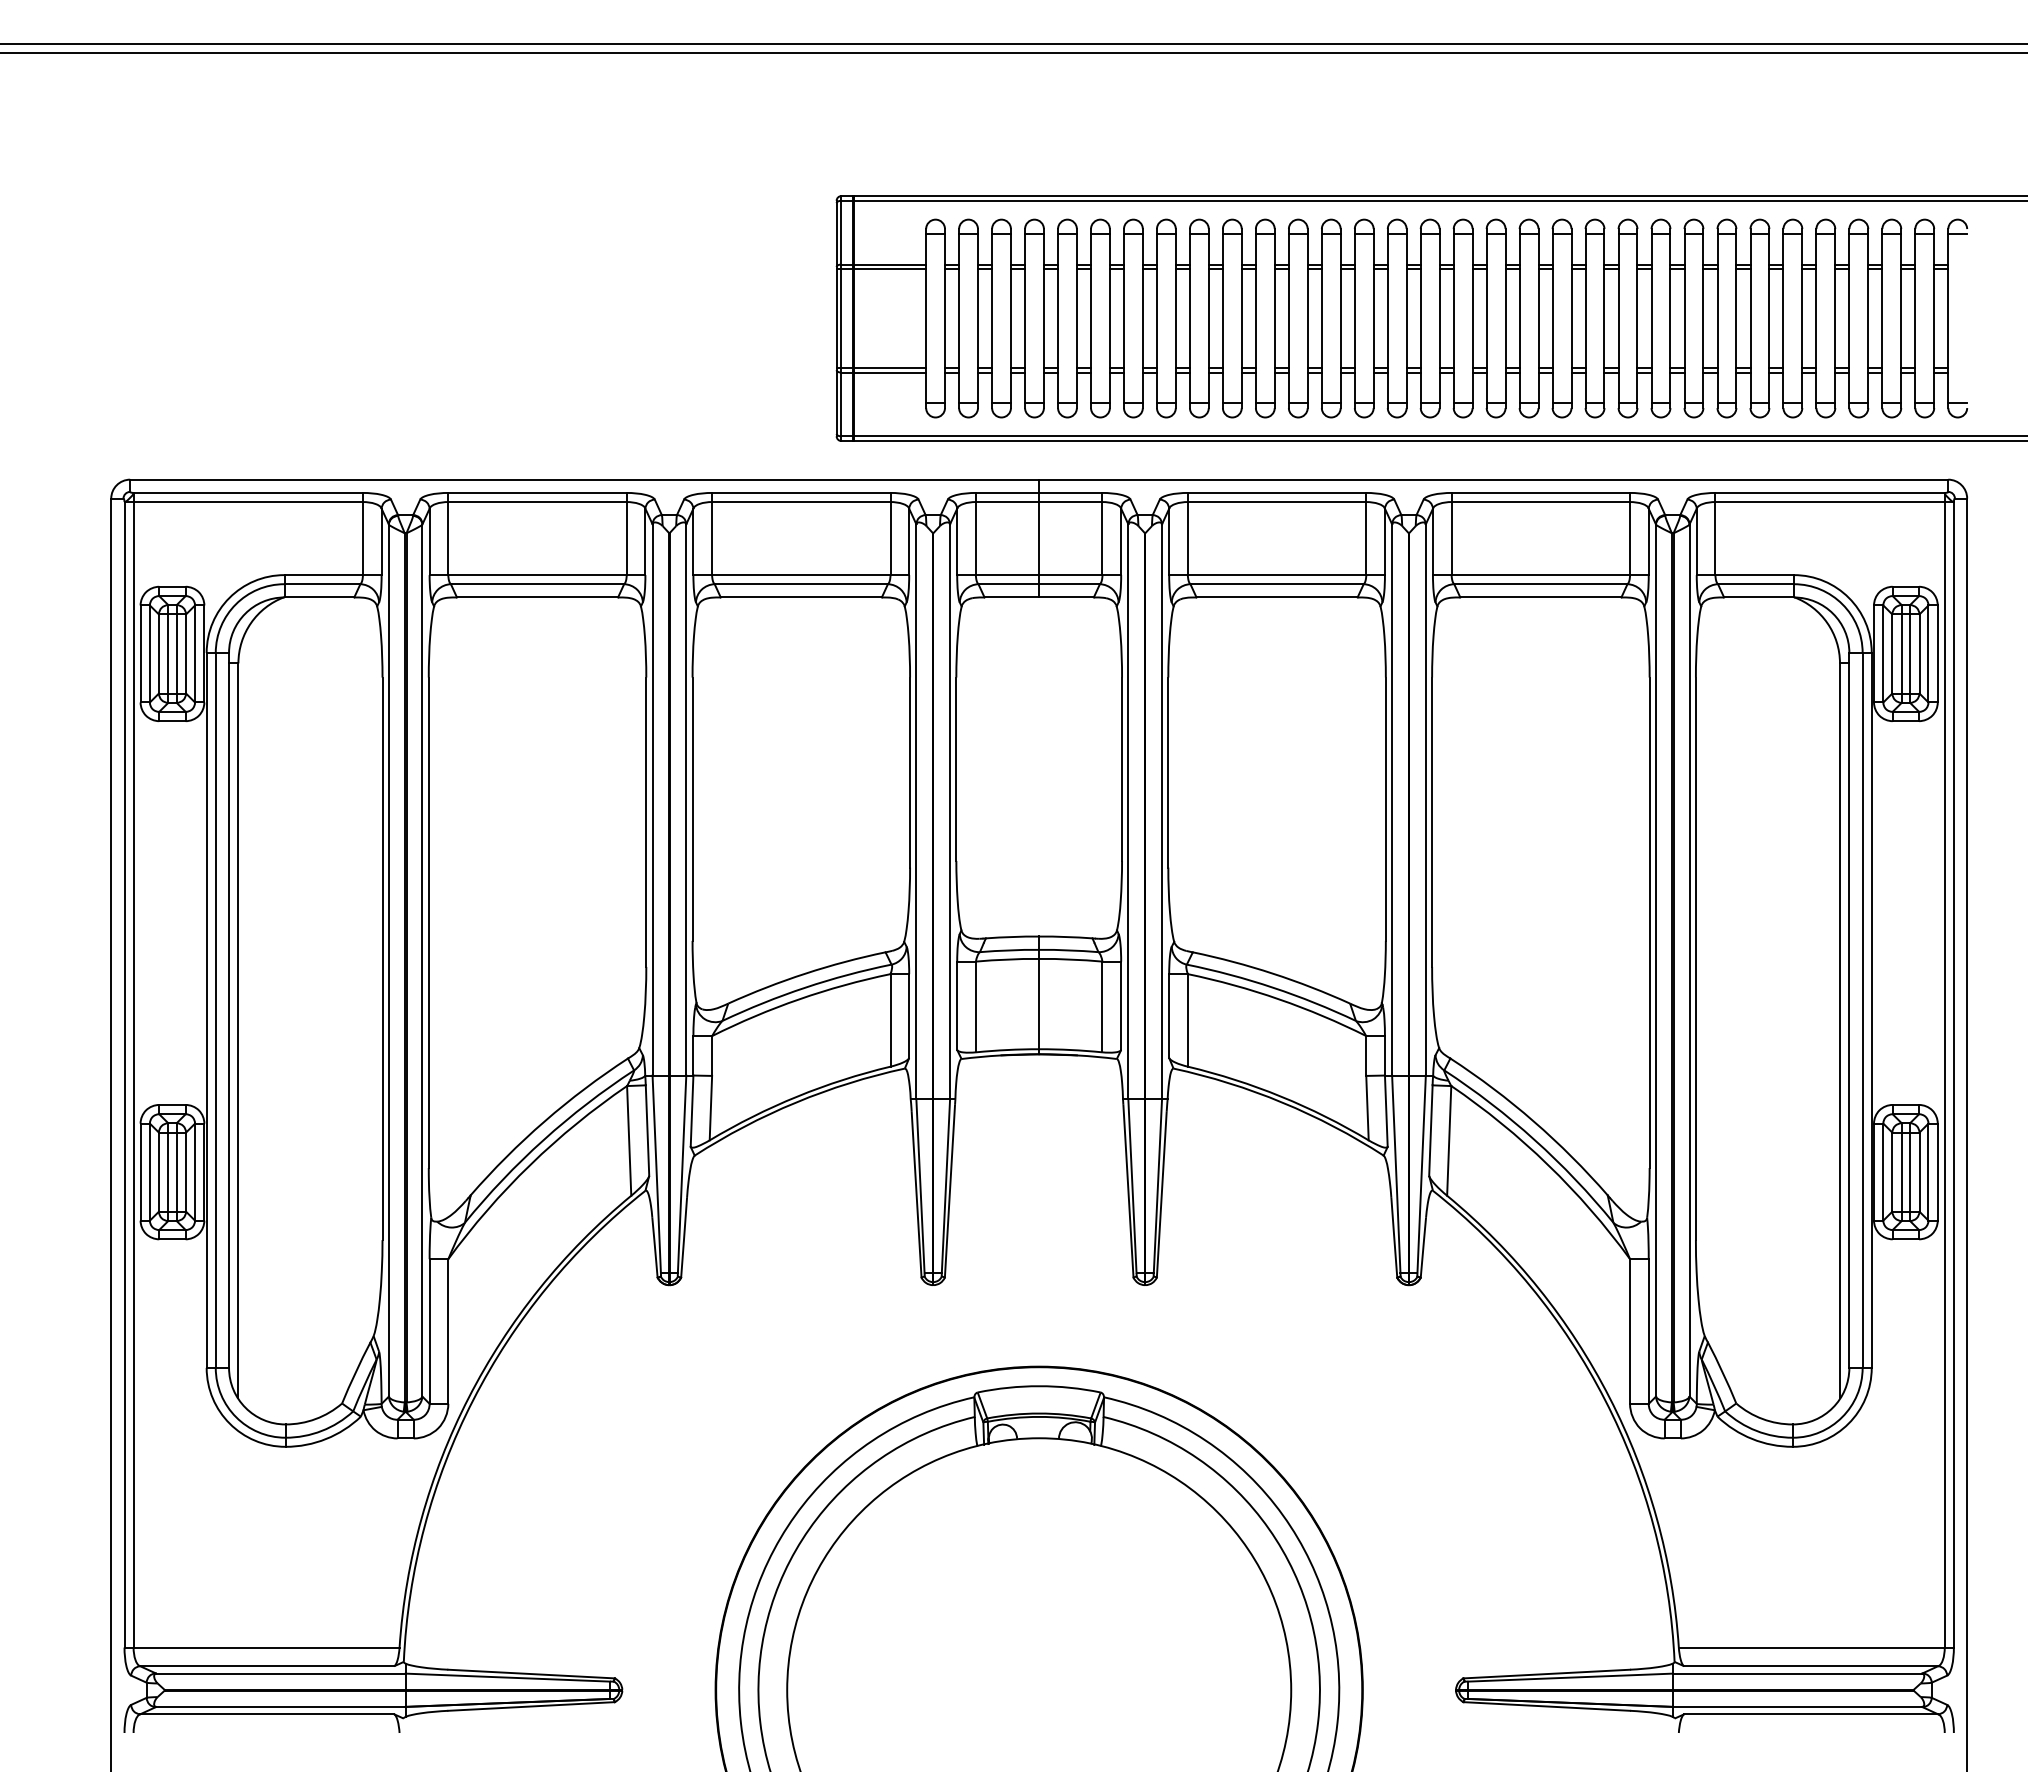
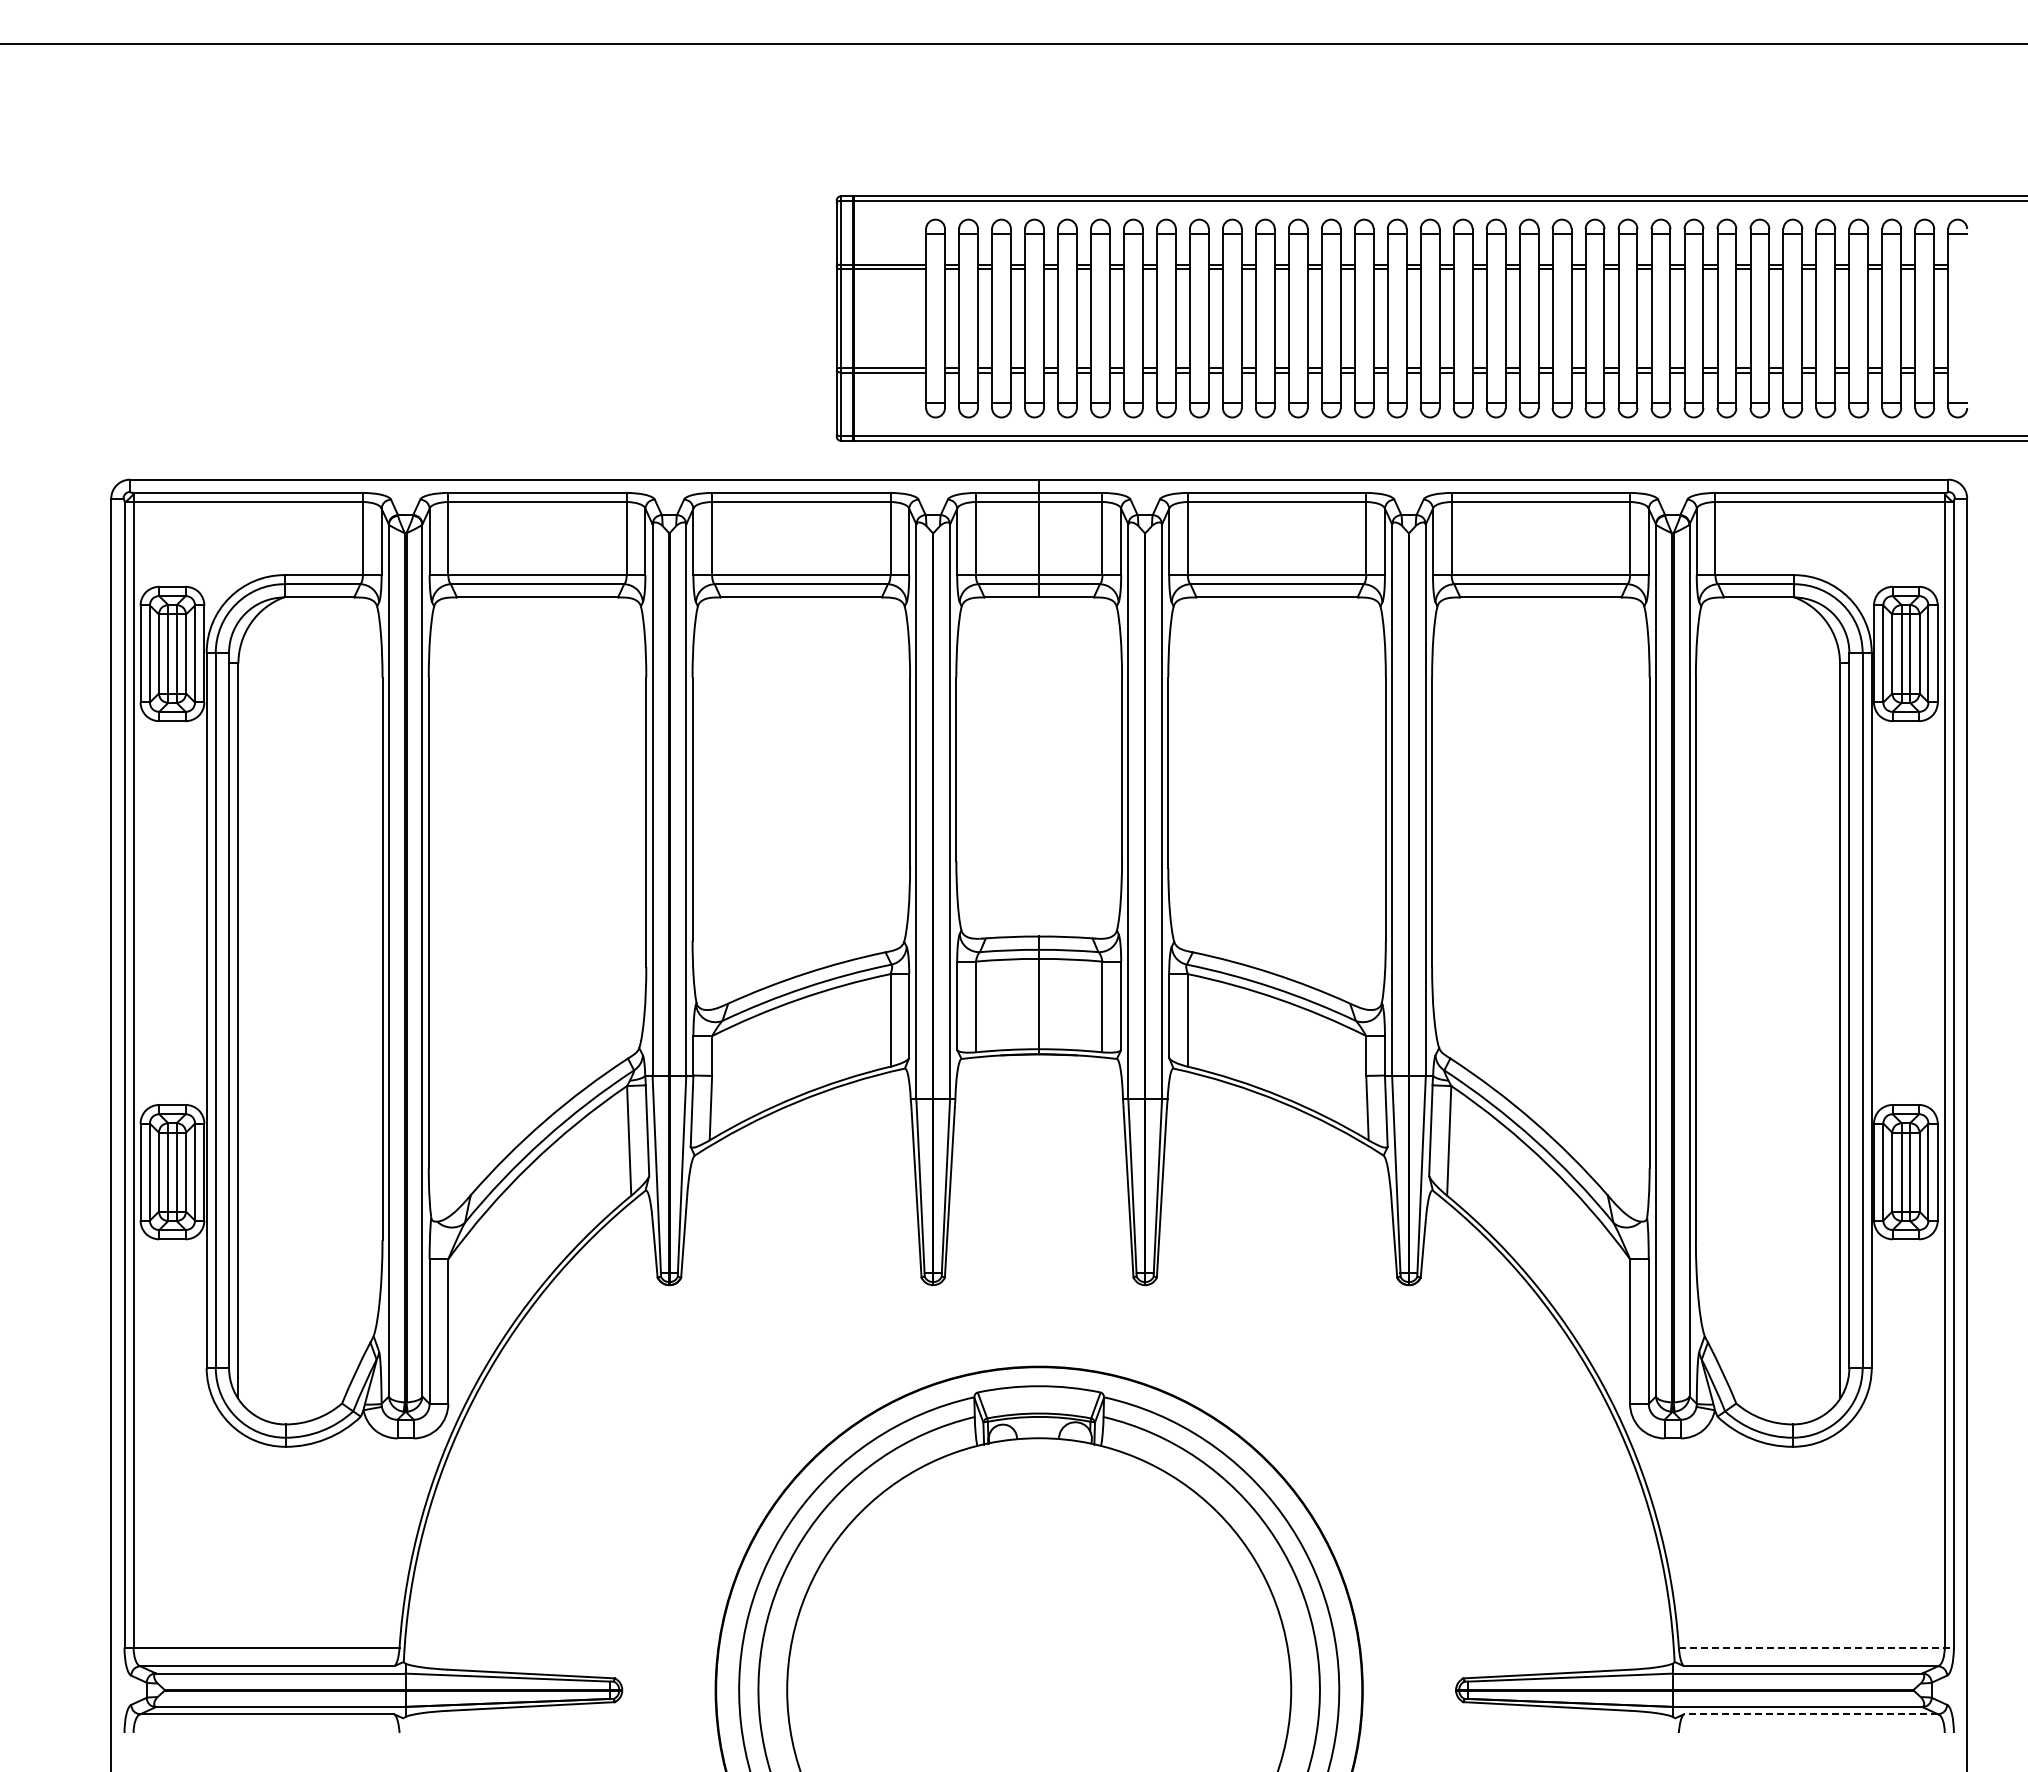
line at (1013, 53): present -> none
line at (1816, 1647): solid -> dashed
line at (1811, 1714): solid -> dashed
